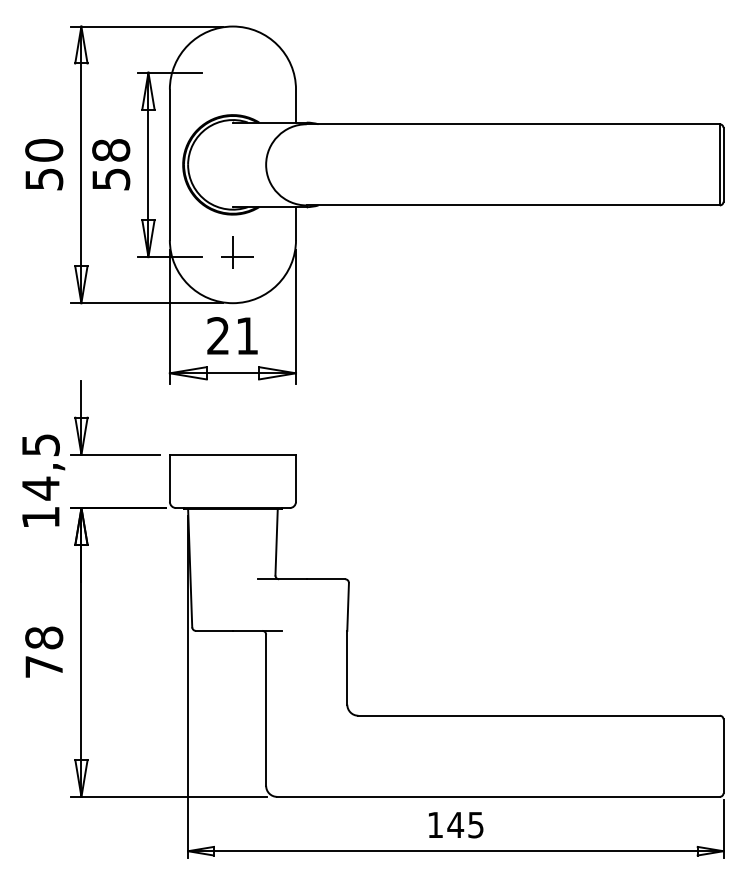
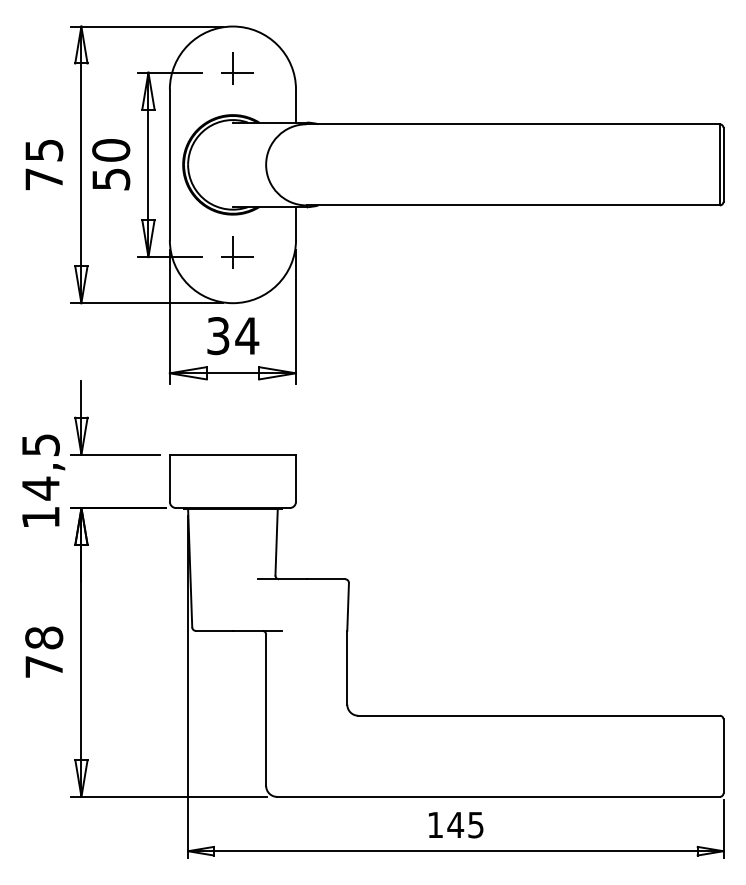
part at (237, 68): none -> present
text at (111, 150): 58 -> 50
text at (44, 164): 50 -> 75
text at (233, 336): 21 -> 34
